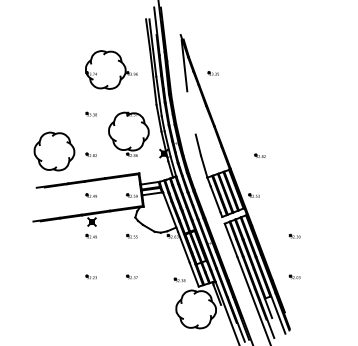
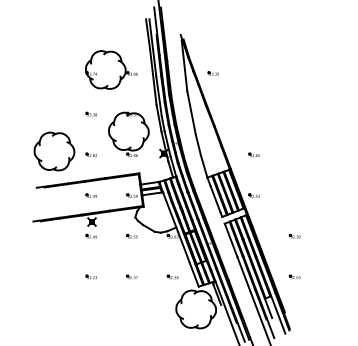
line at (191, 112): none -> present
part at (259, 155) position: (259, 155) -> (253, 154)
part at (179, 279) position: (179, 279) -> (172, 276)
